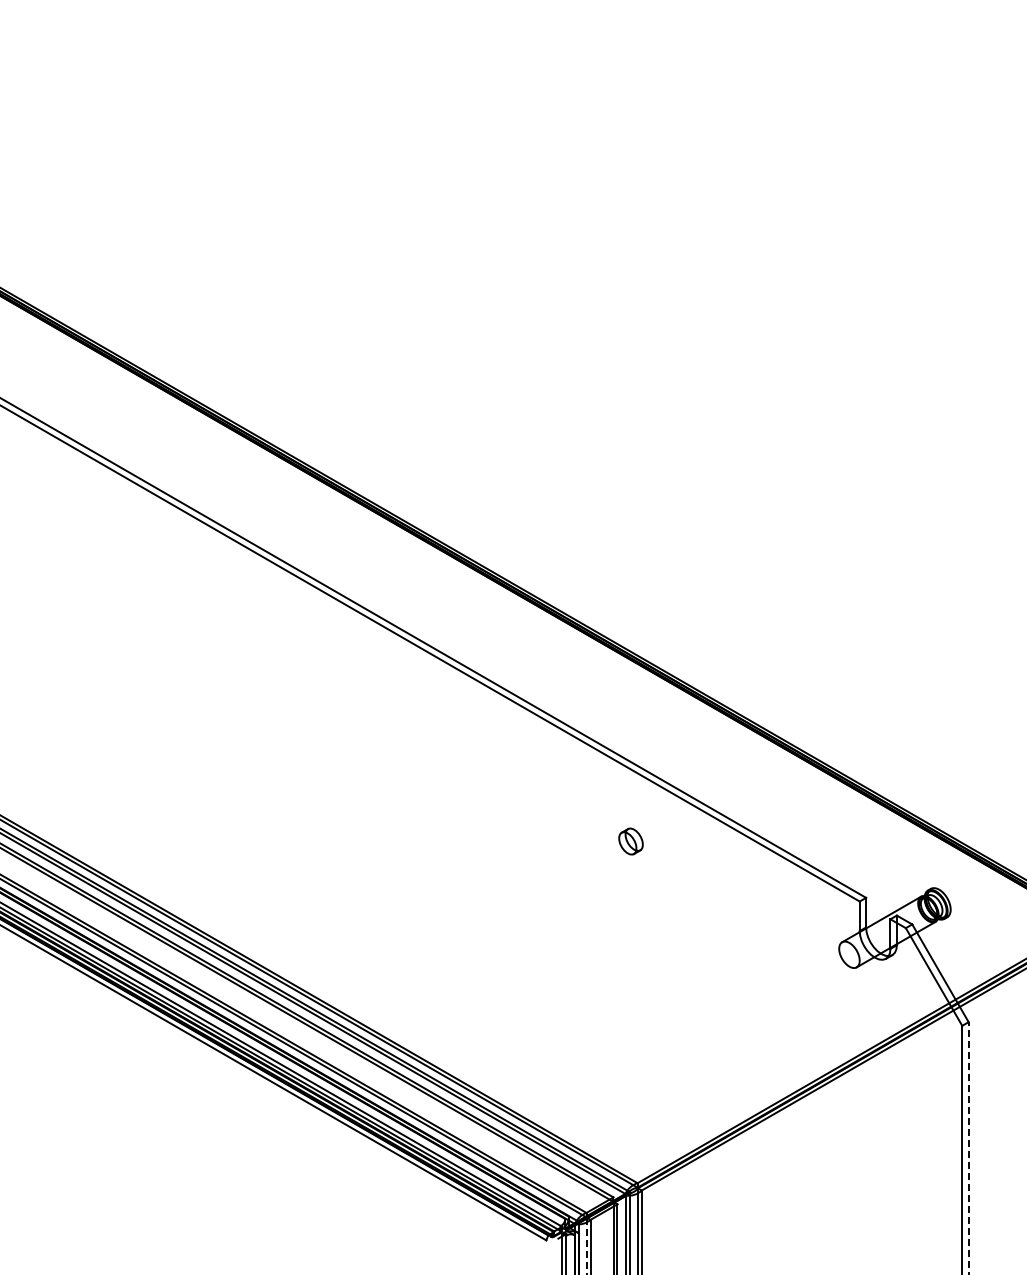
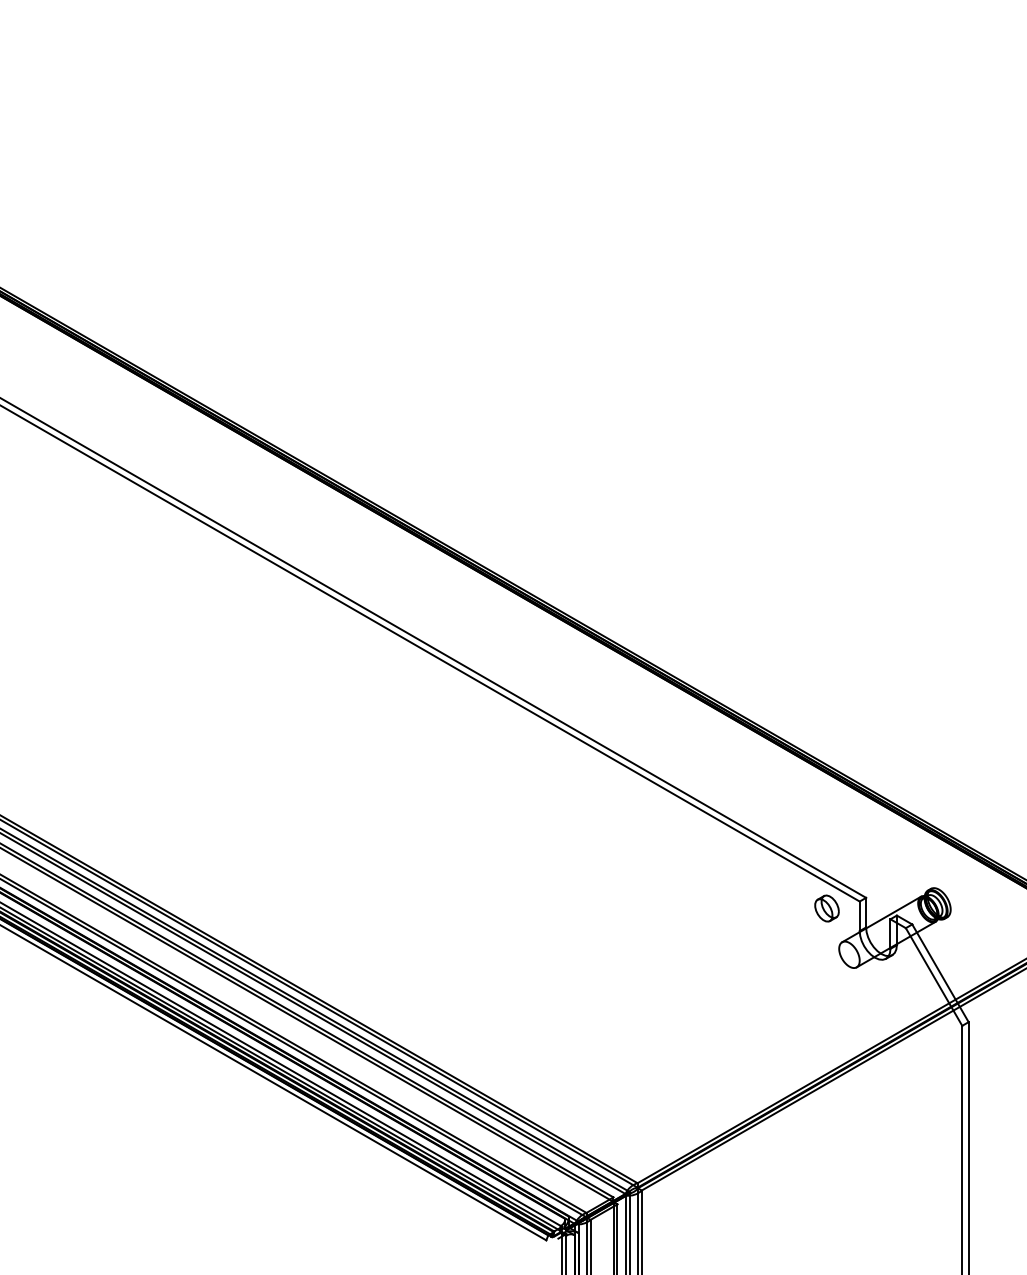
part at (630, 841) position: (630, 841) -> (826, 908)
line at (968, 1148): dashed -> solid
line at (586, 1246): dashed -> solid
